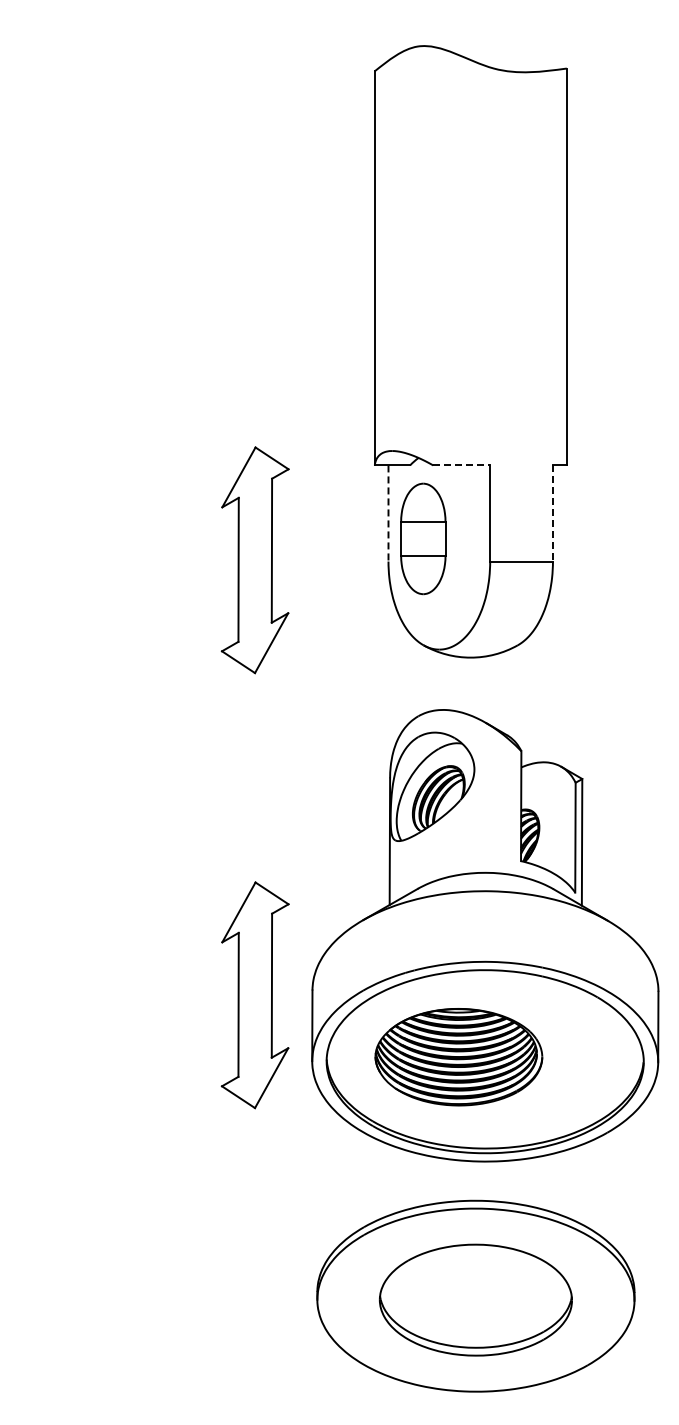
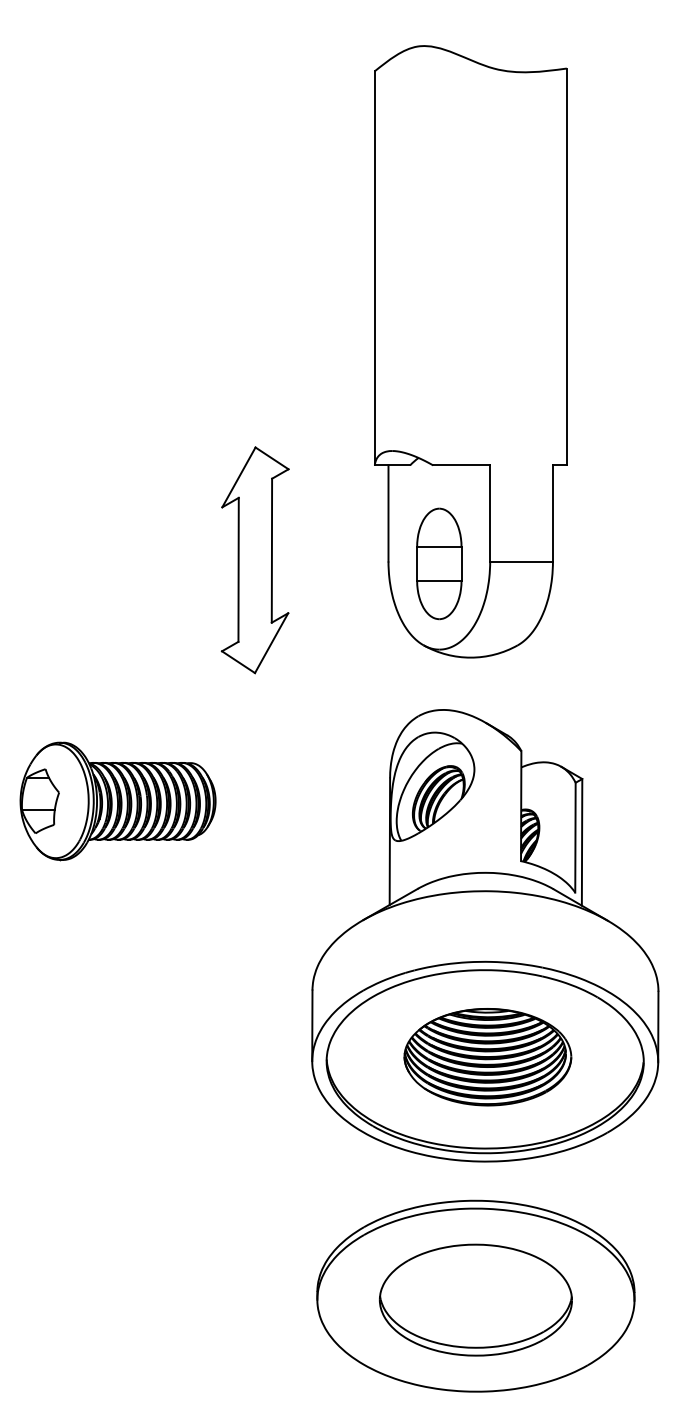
line at (462, 465): dashed -> solid
line at (388, 513): dashed -> solid
line at (552, 513): dashed -> solid
part at (423, 538) position: (423, 538) -> (439, 563)
part at (117, 801): none -> present
part at (254, 995): present -> none
part at (458, 1057) position: (458, 1057) -> (487, 1057)
